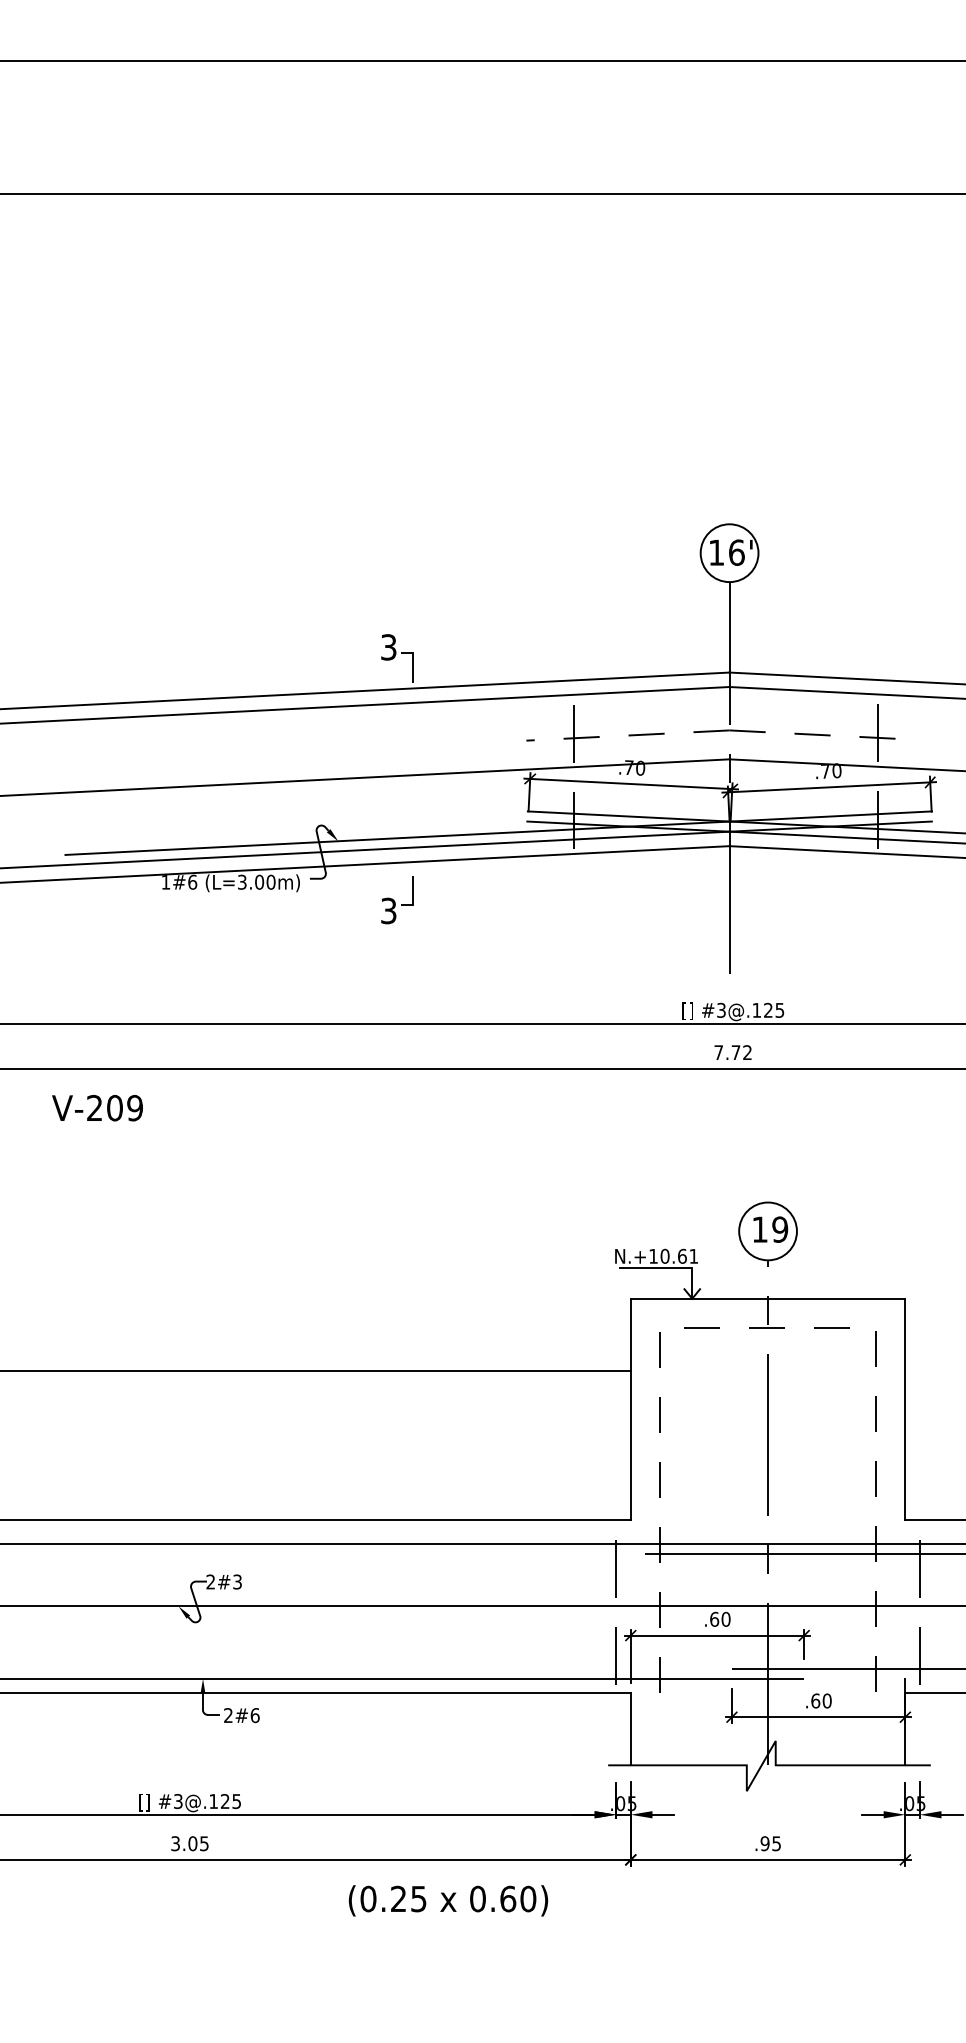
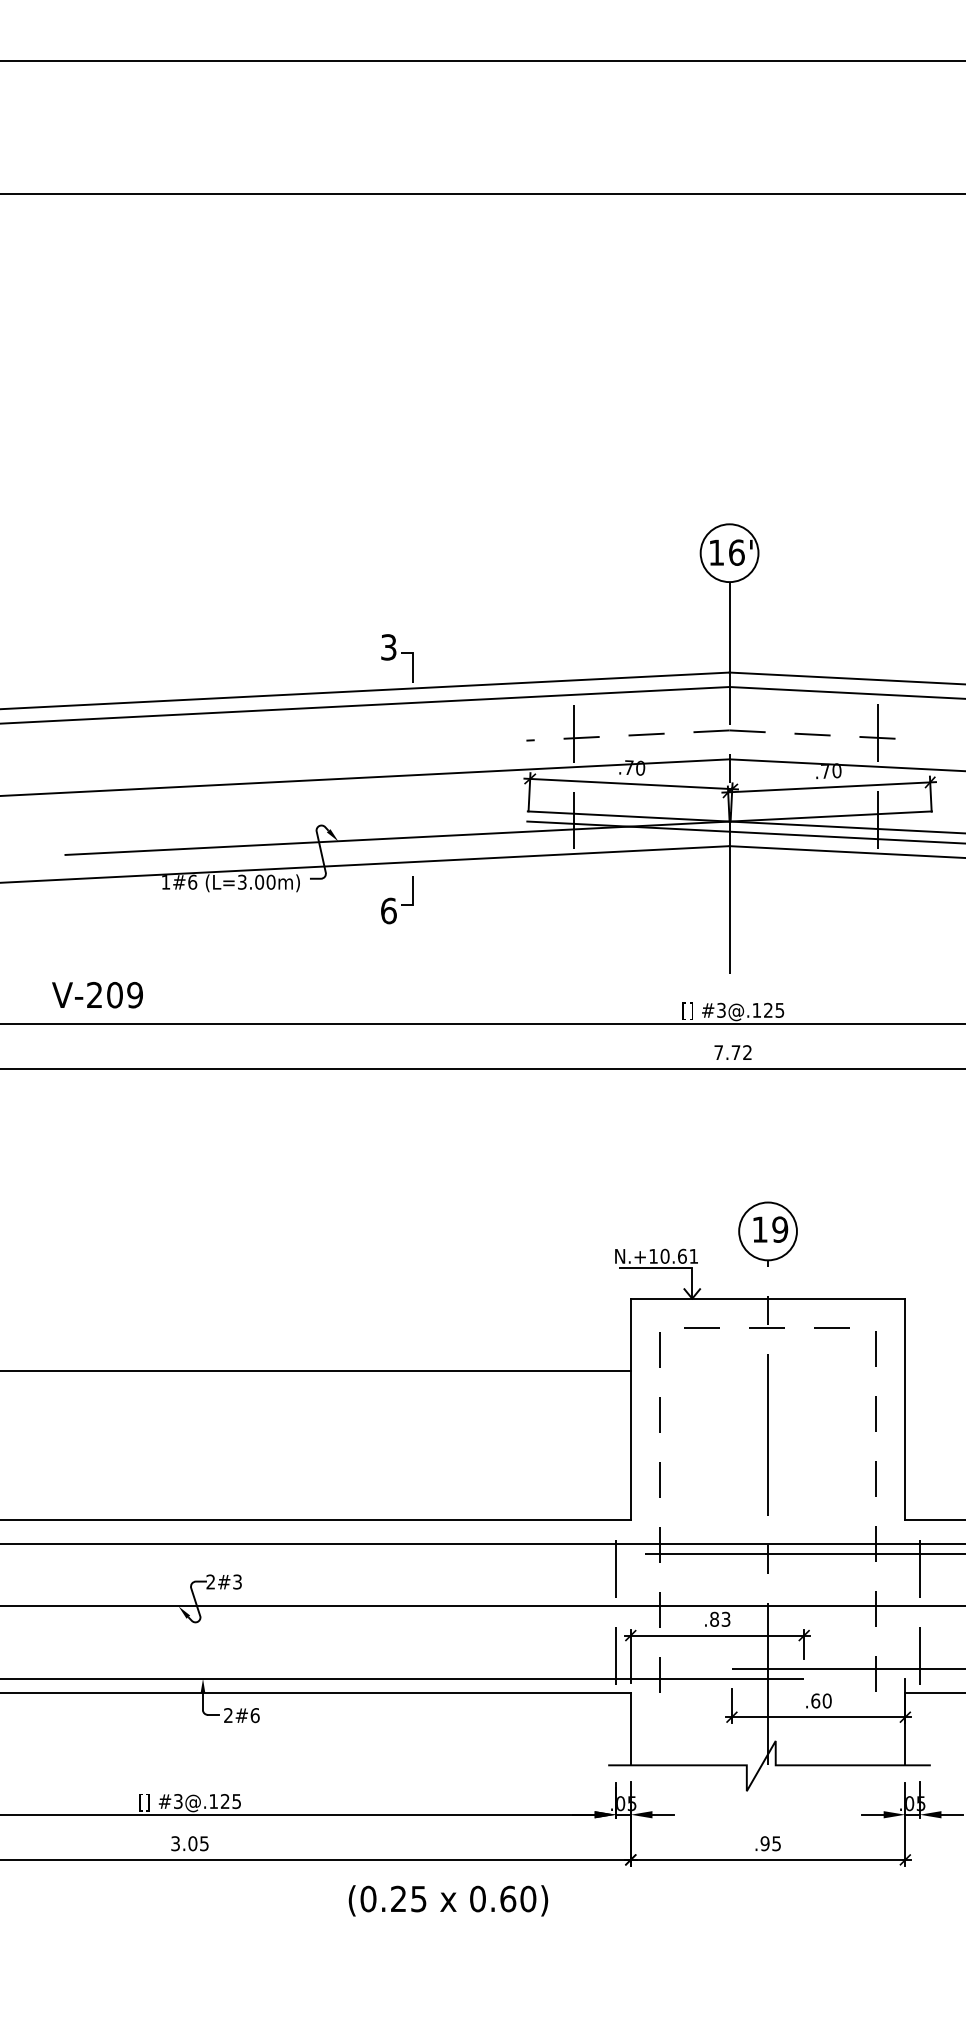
line at (466, 844): present -> none
text at (388, 910): 3 -> 6
text at (97, 1108) position: (97, 1108) -> (97, 995)
text at (720, 1618): .60 -> .83
